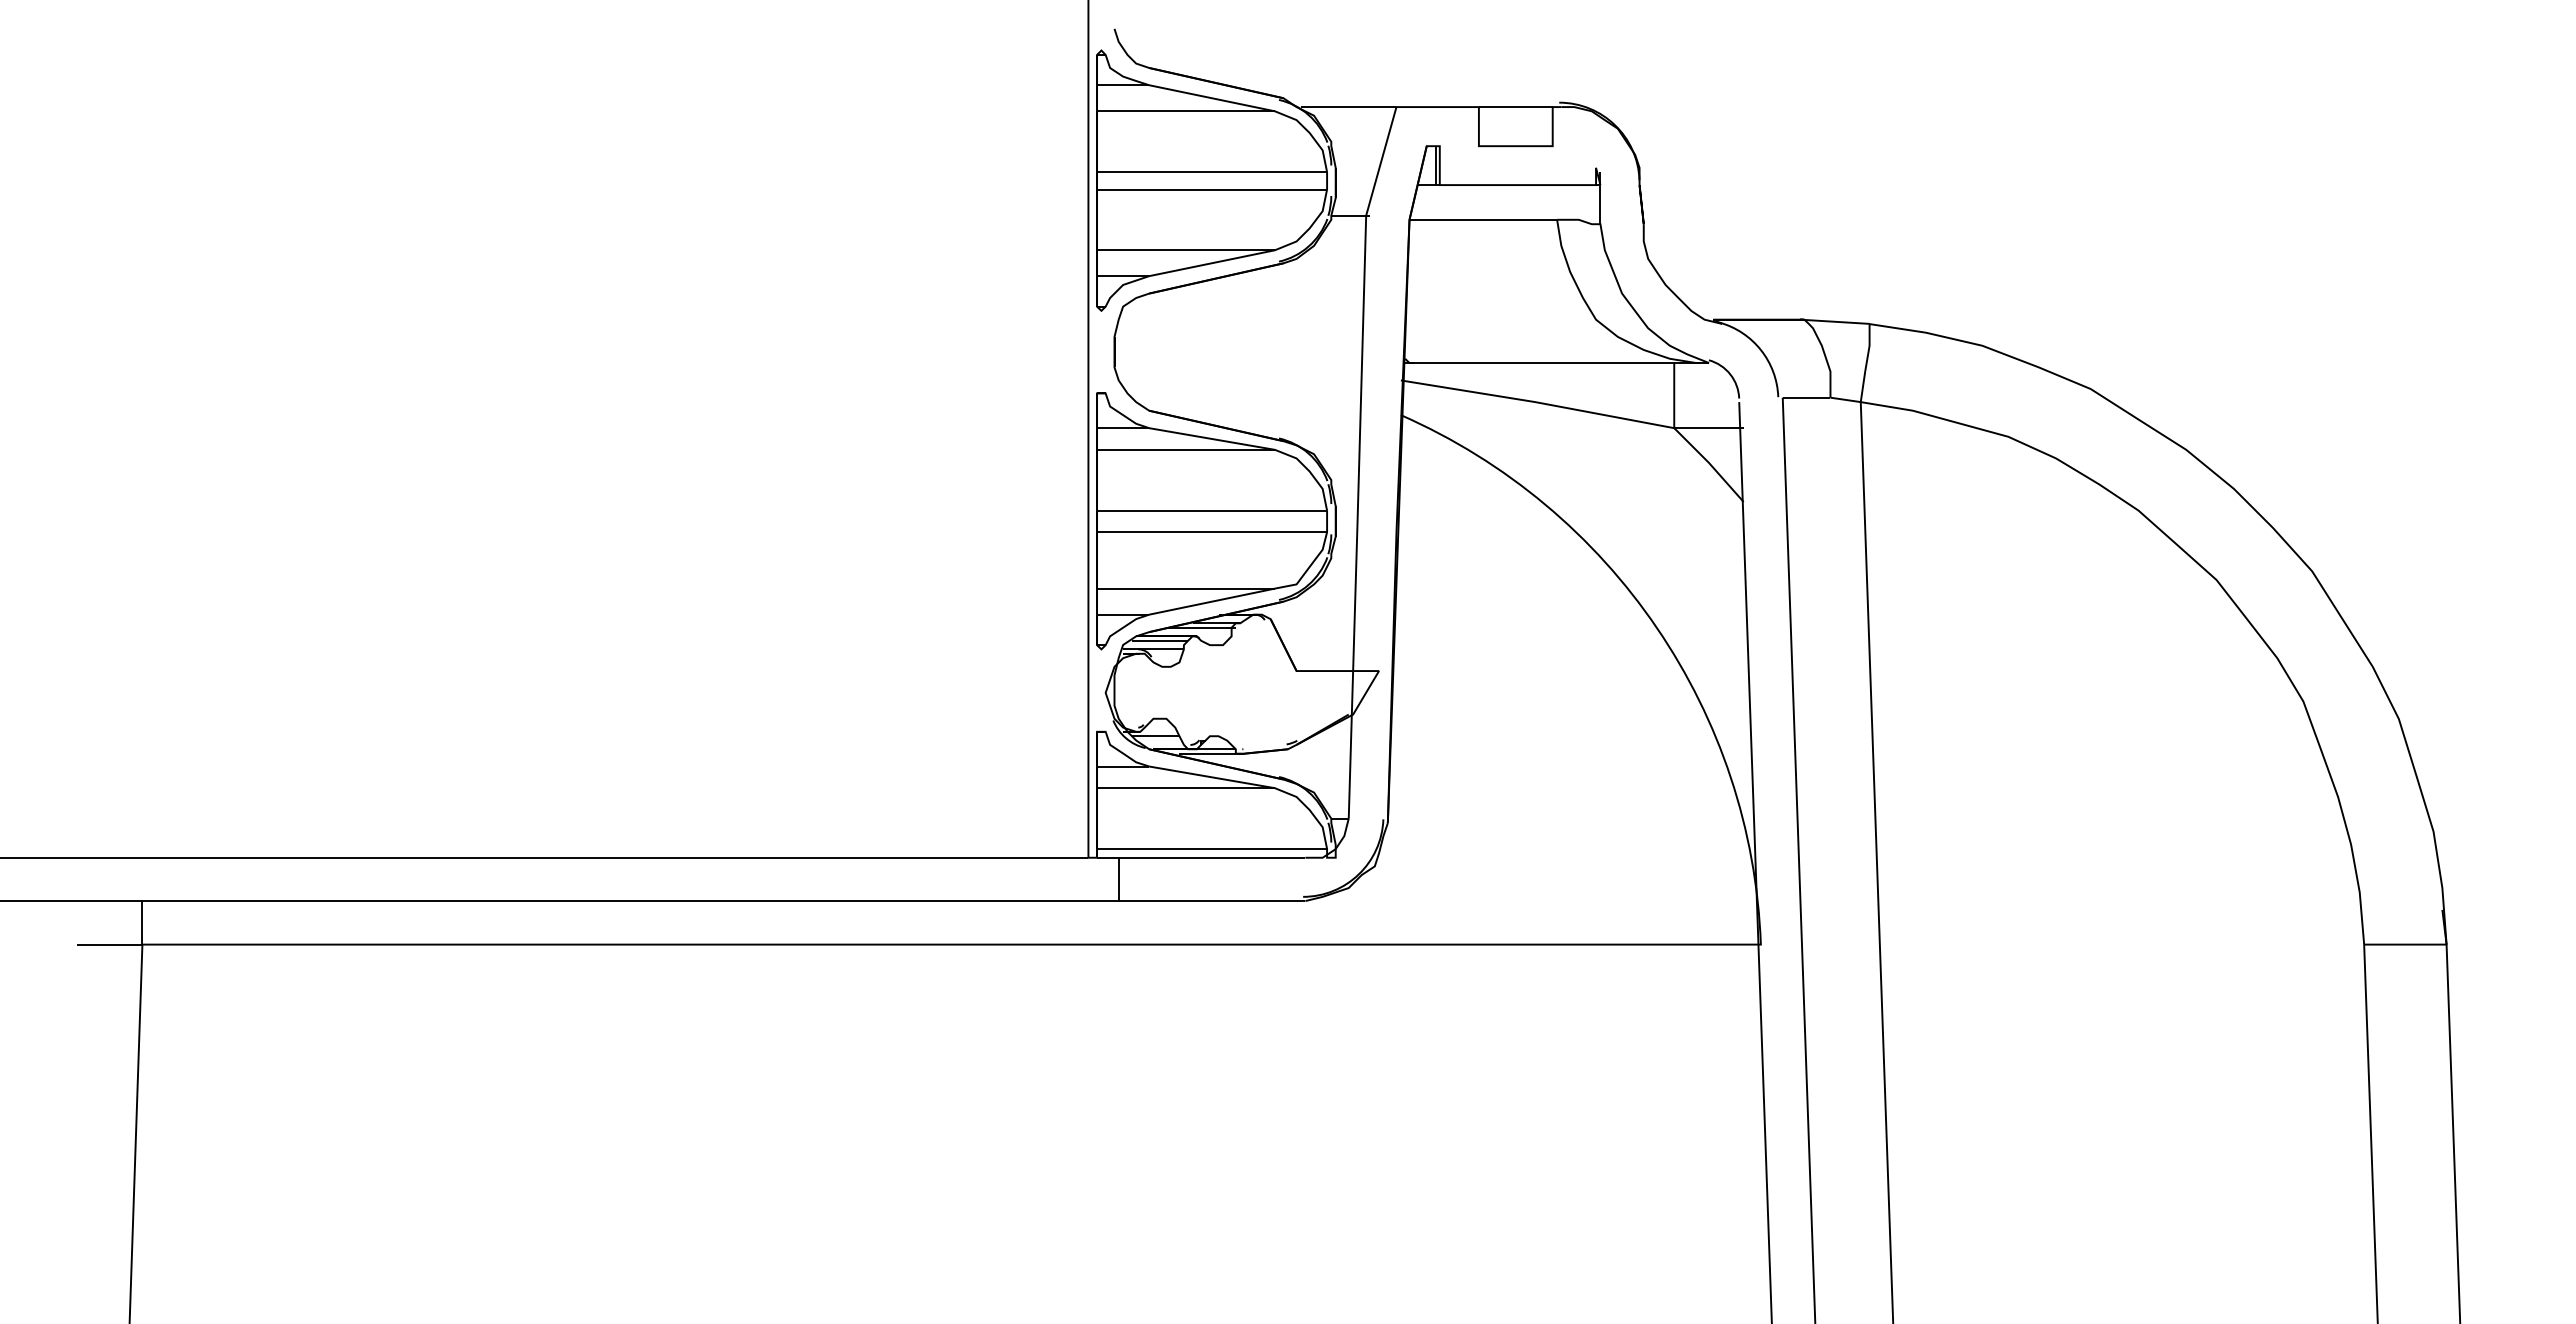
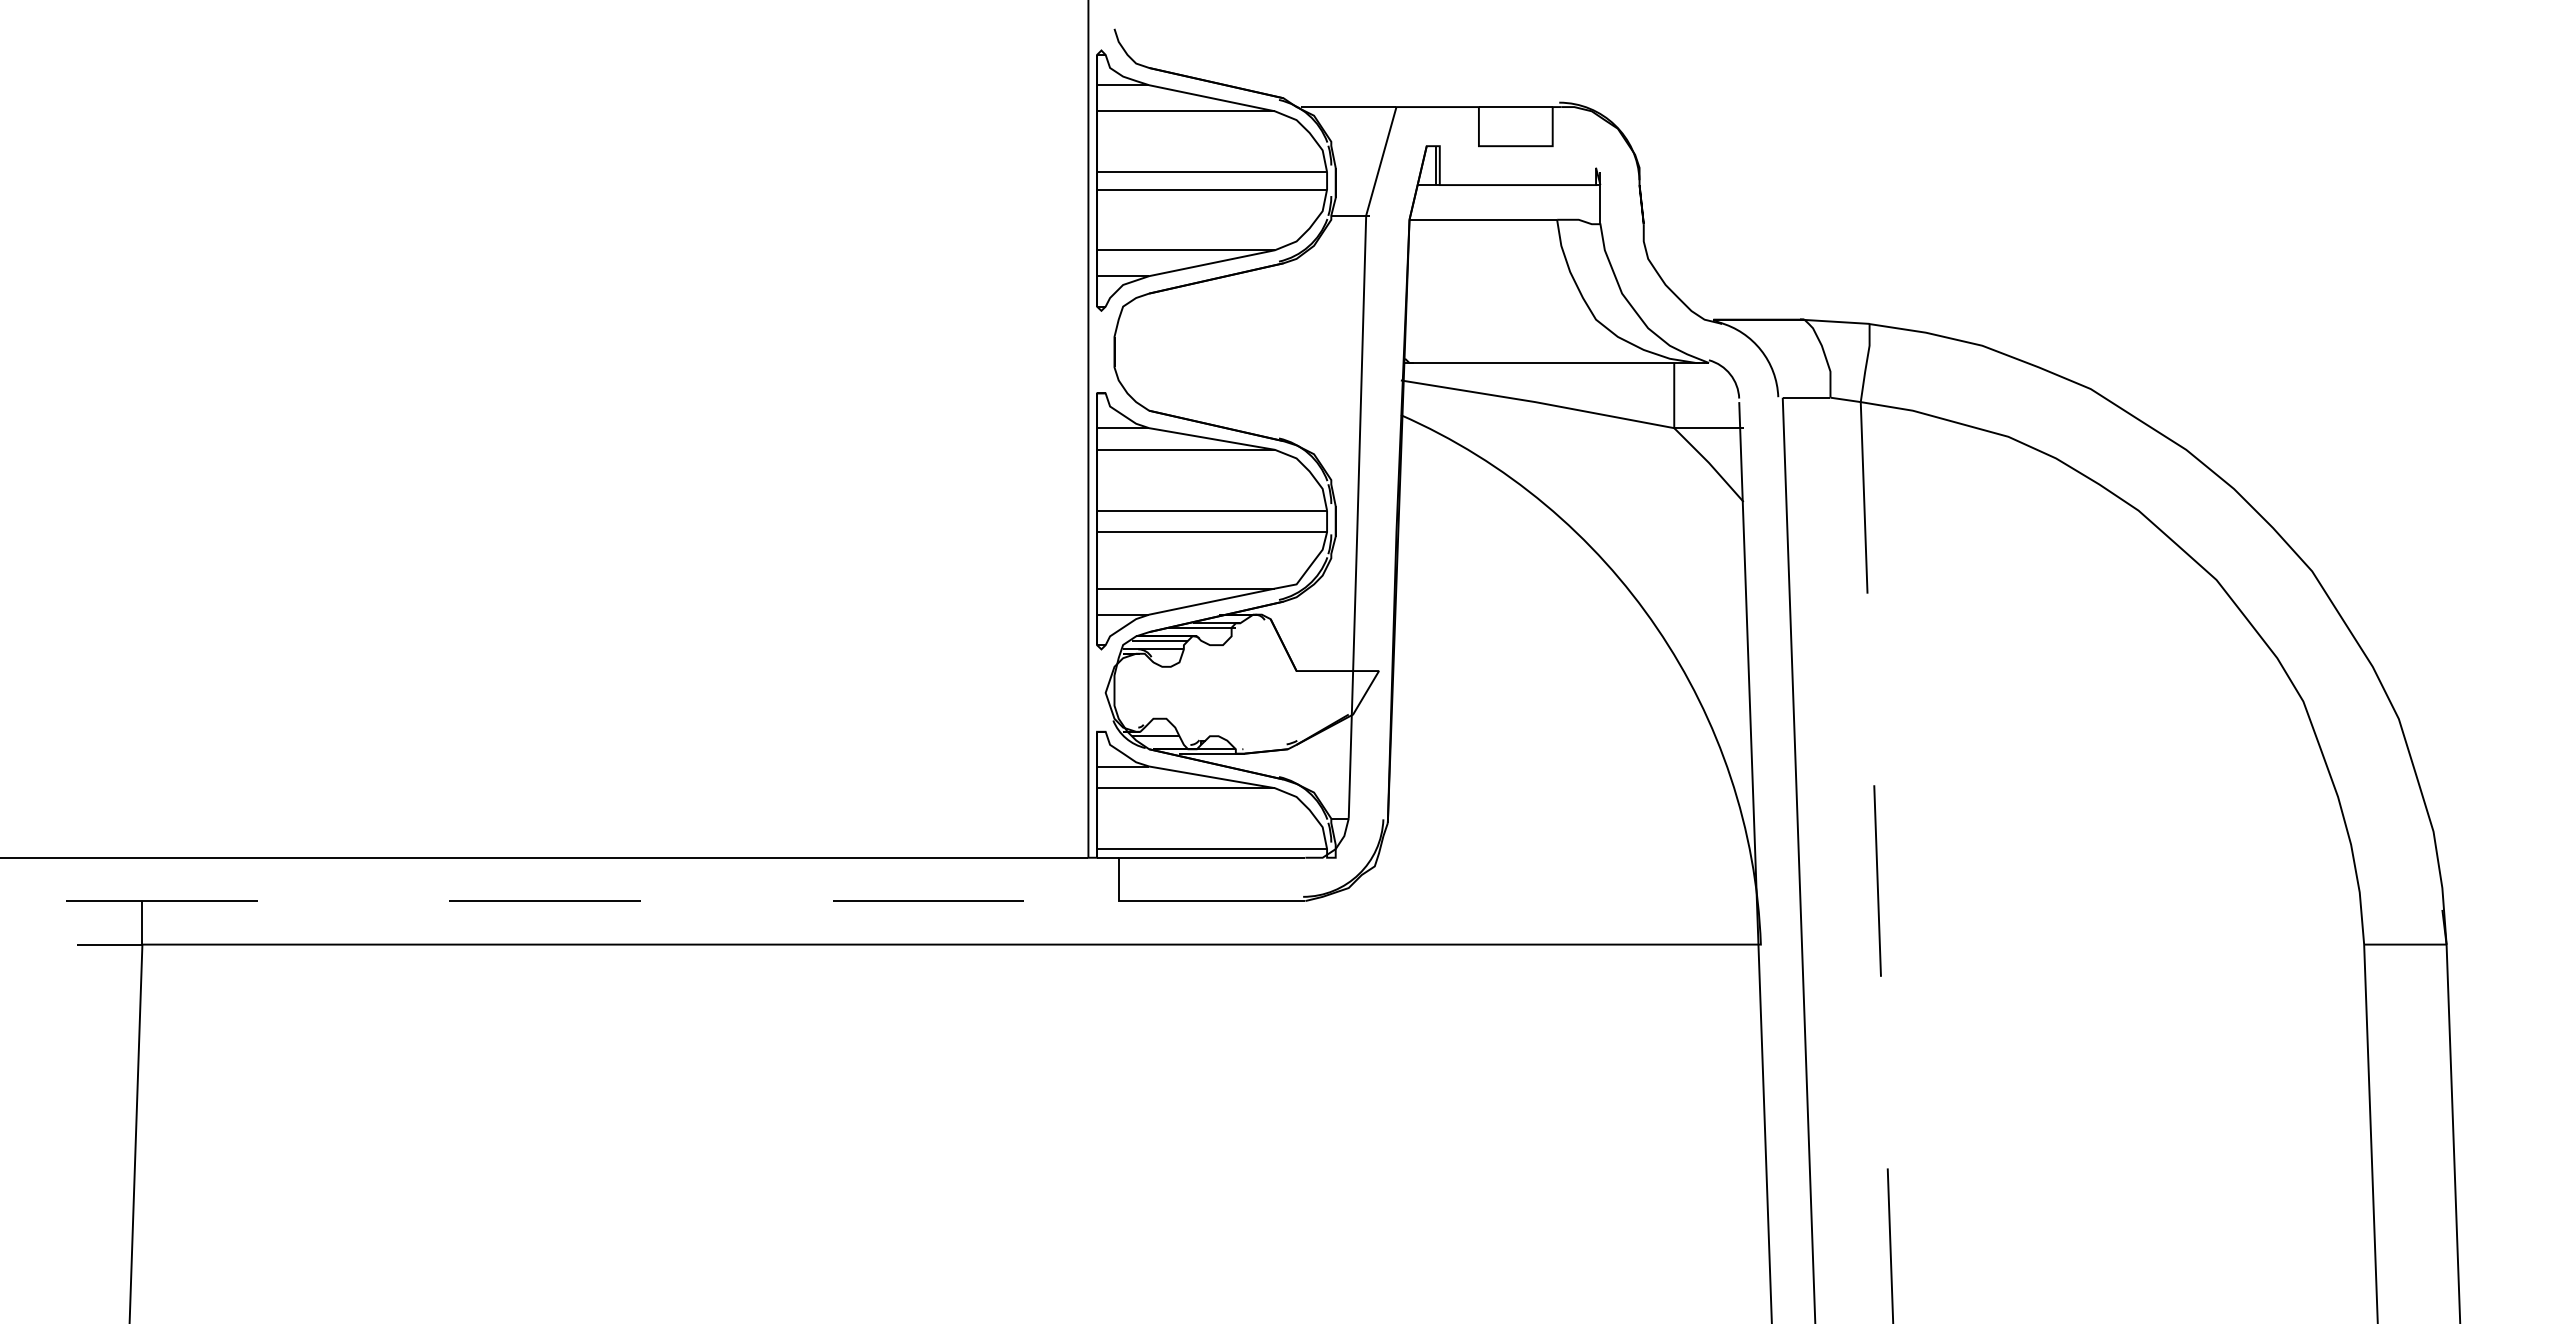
line at (1876, 862): solid -> dashed
line at (559, 901): solid -> dashed
